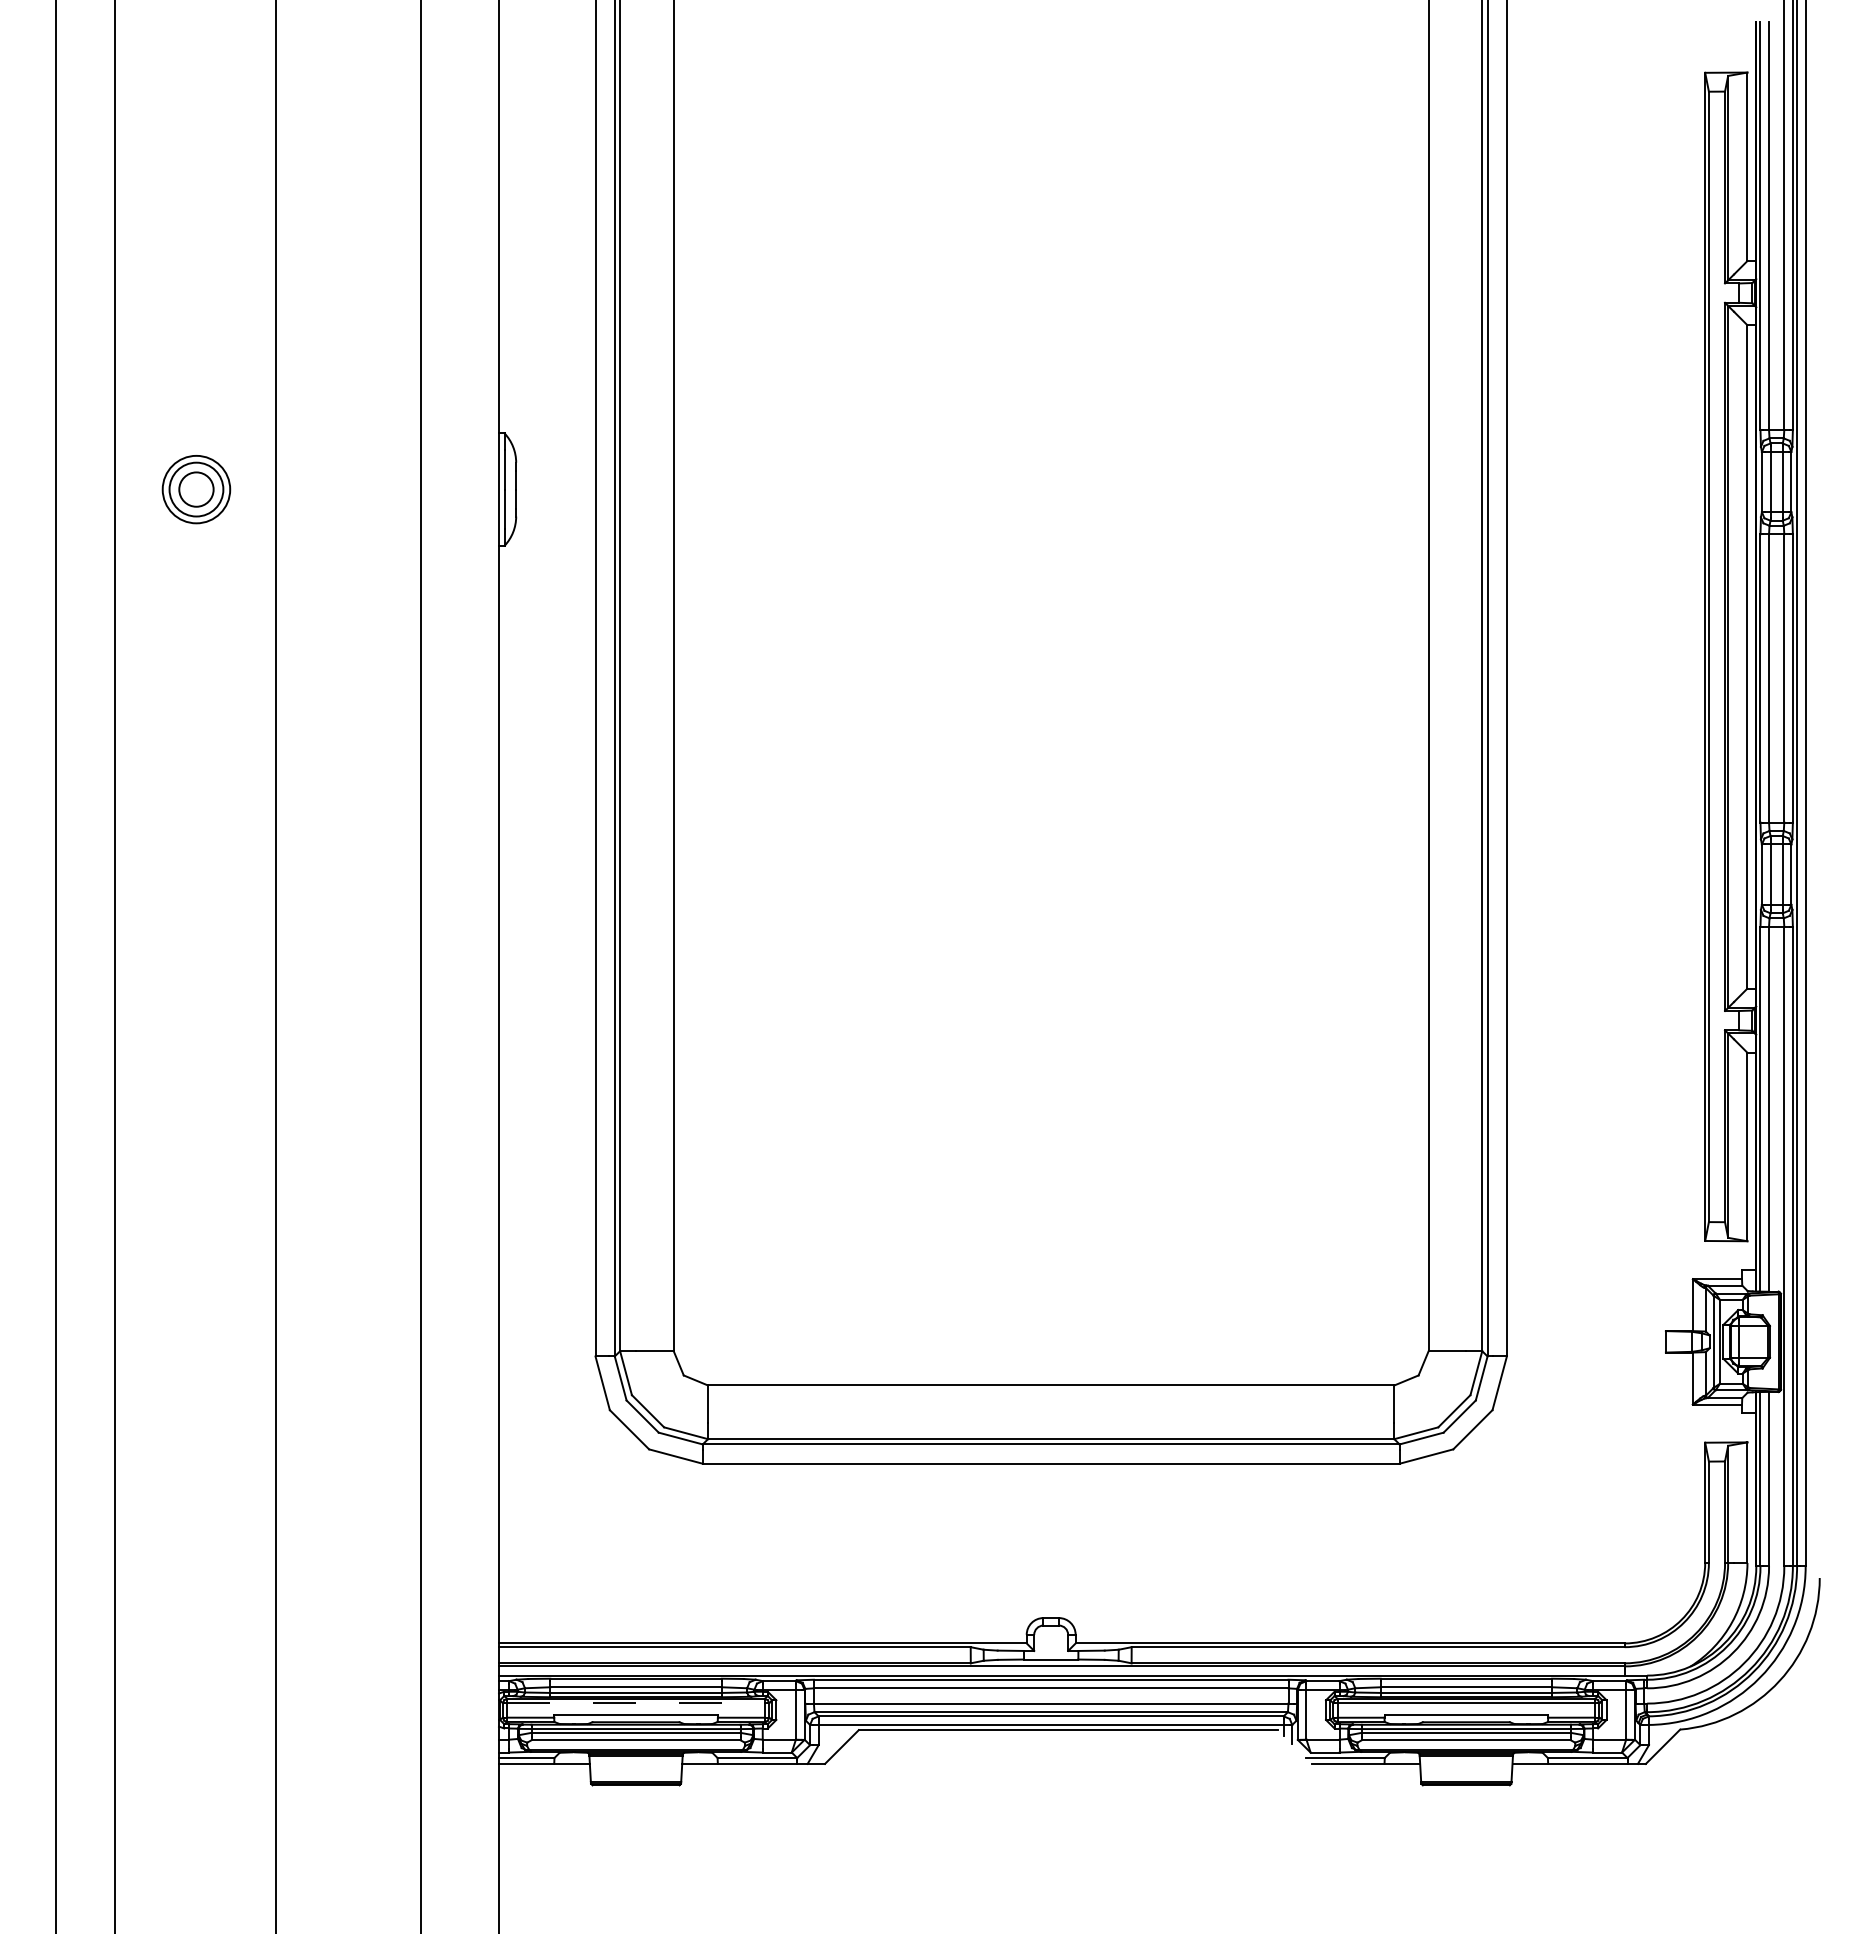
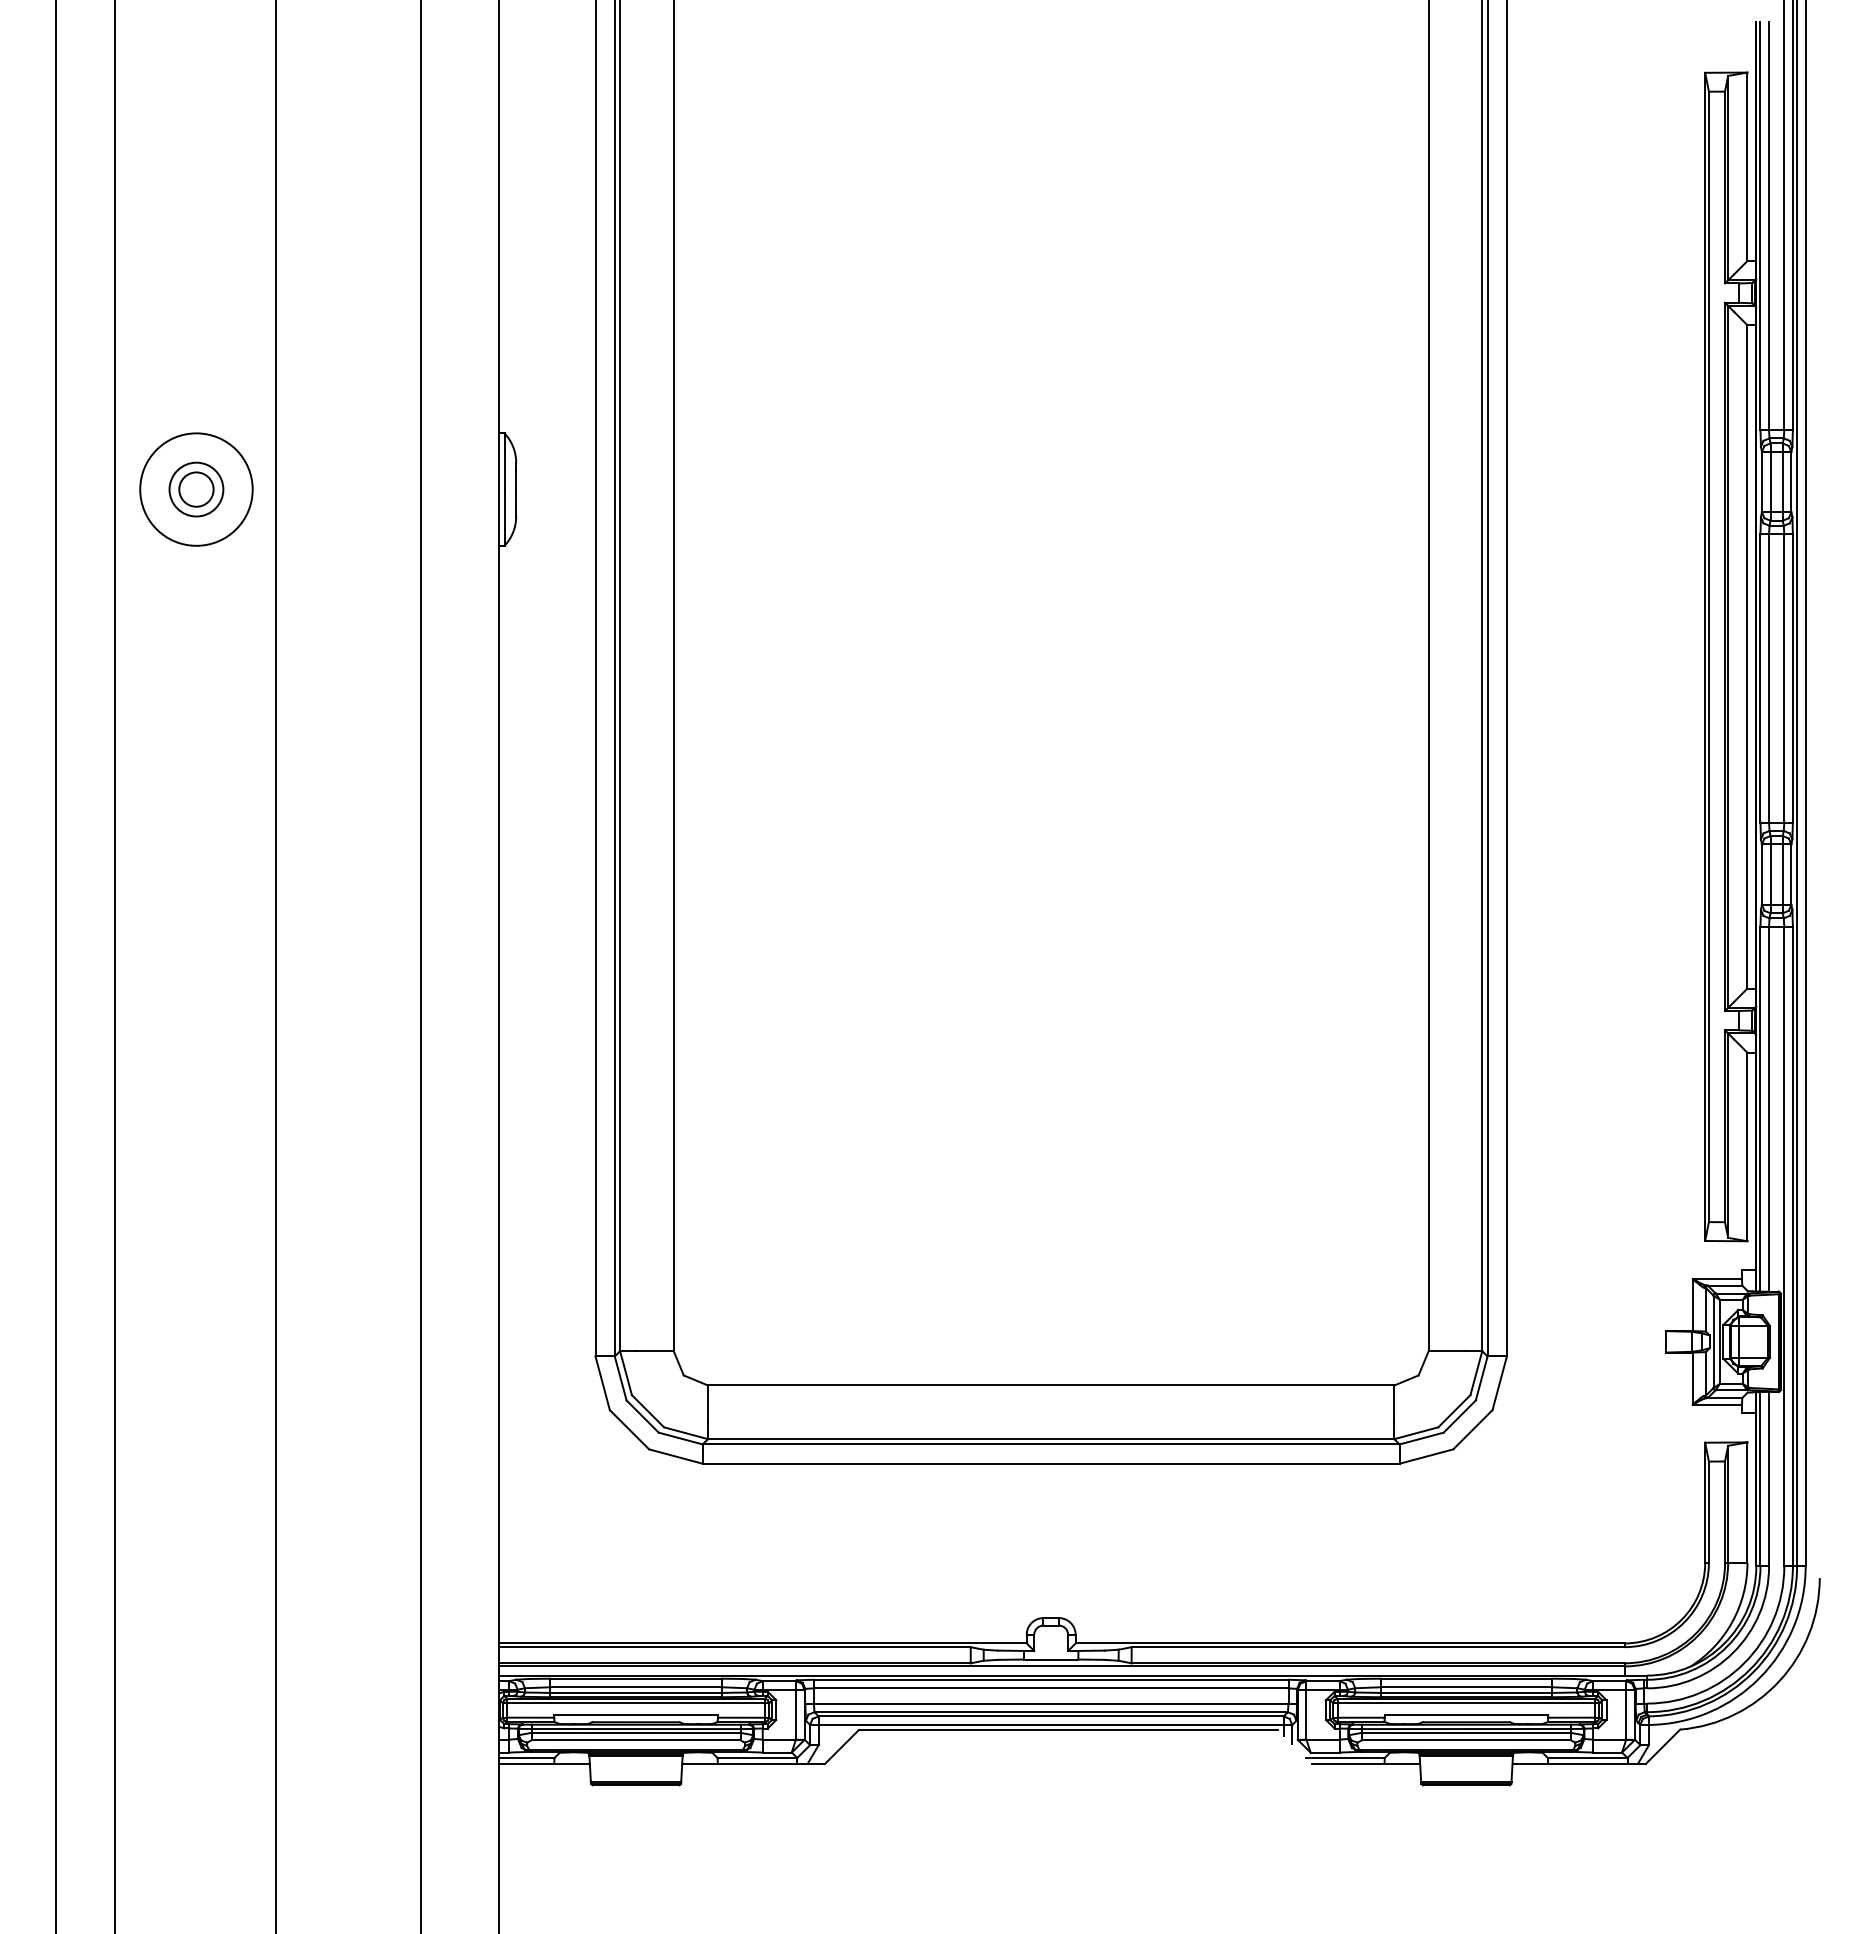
circle at (196, 489) diameter: 67 px -> 112 px
line at (636, 1703): dashed -> solid
